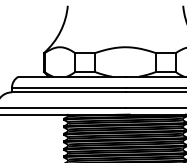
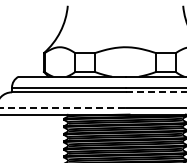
line at (156, 92): solid -> dashed
line at (63, 107): solid -> dashed
